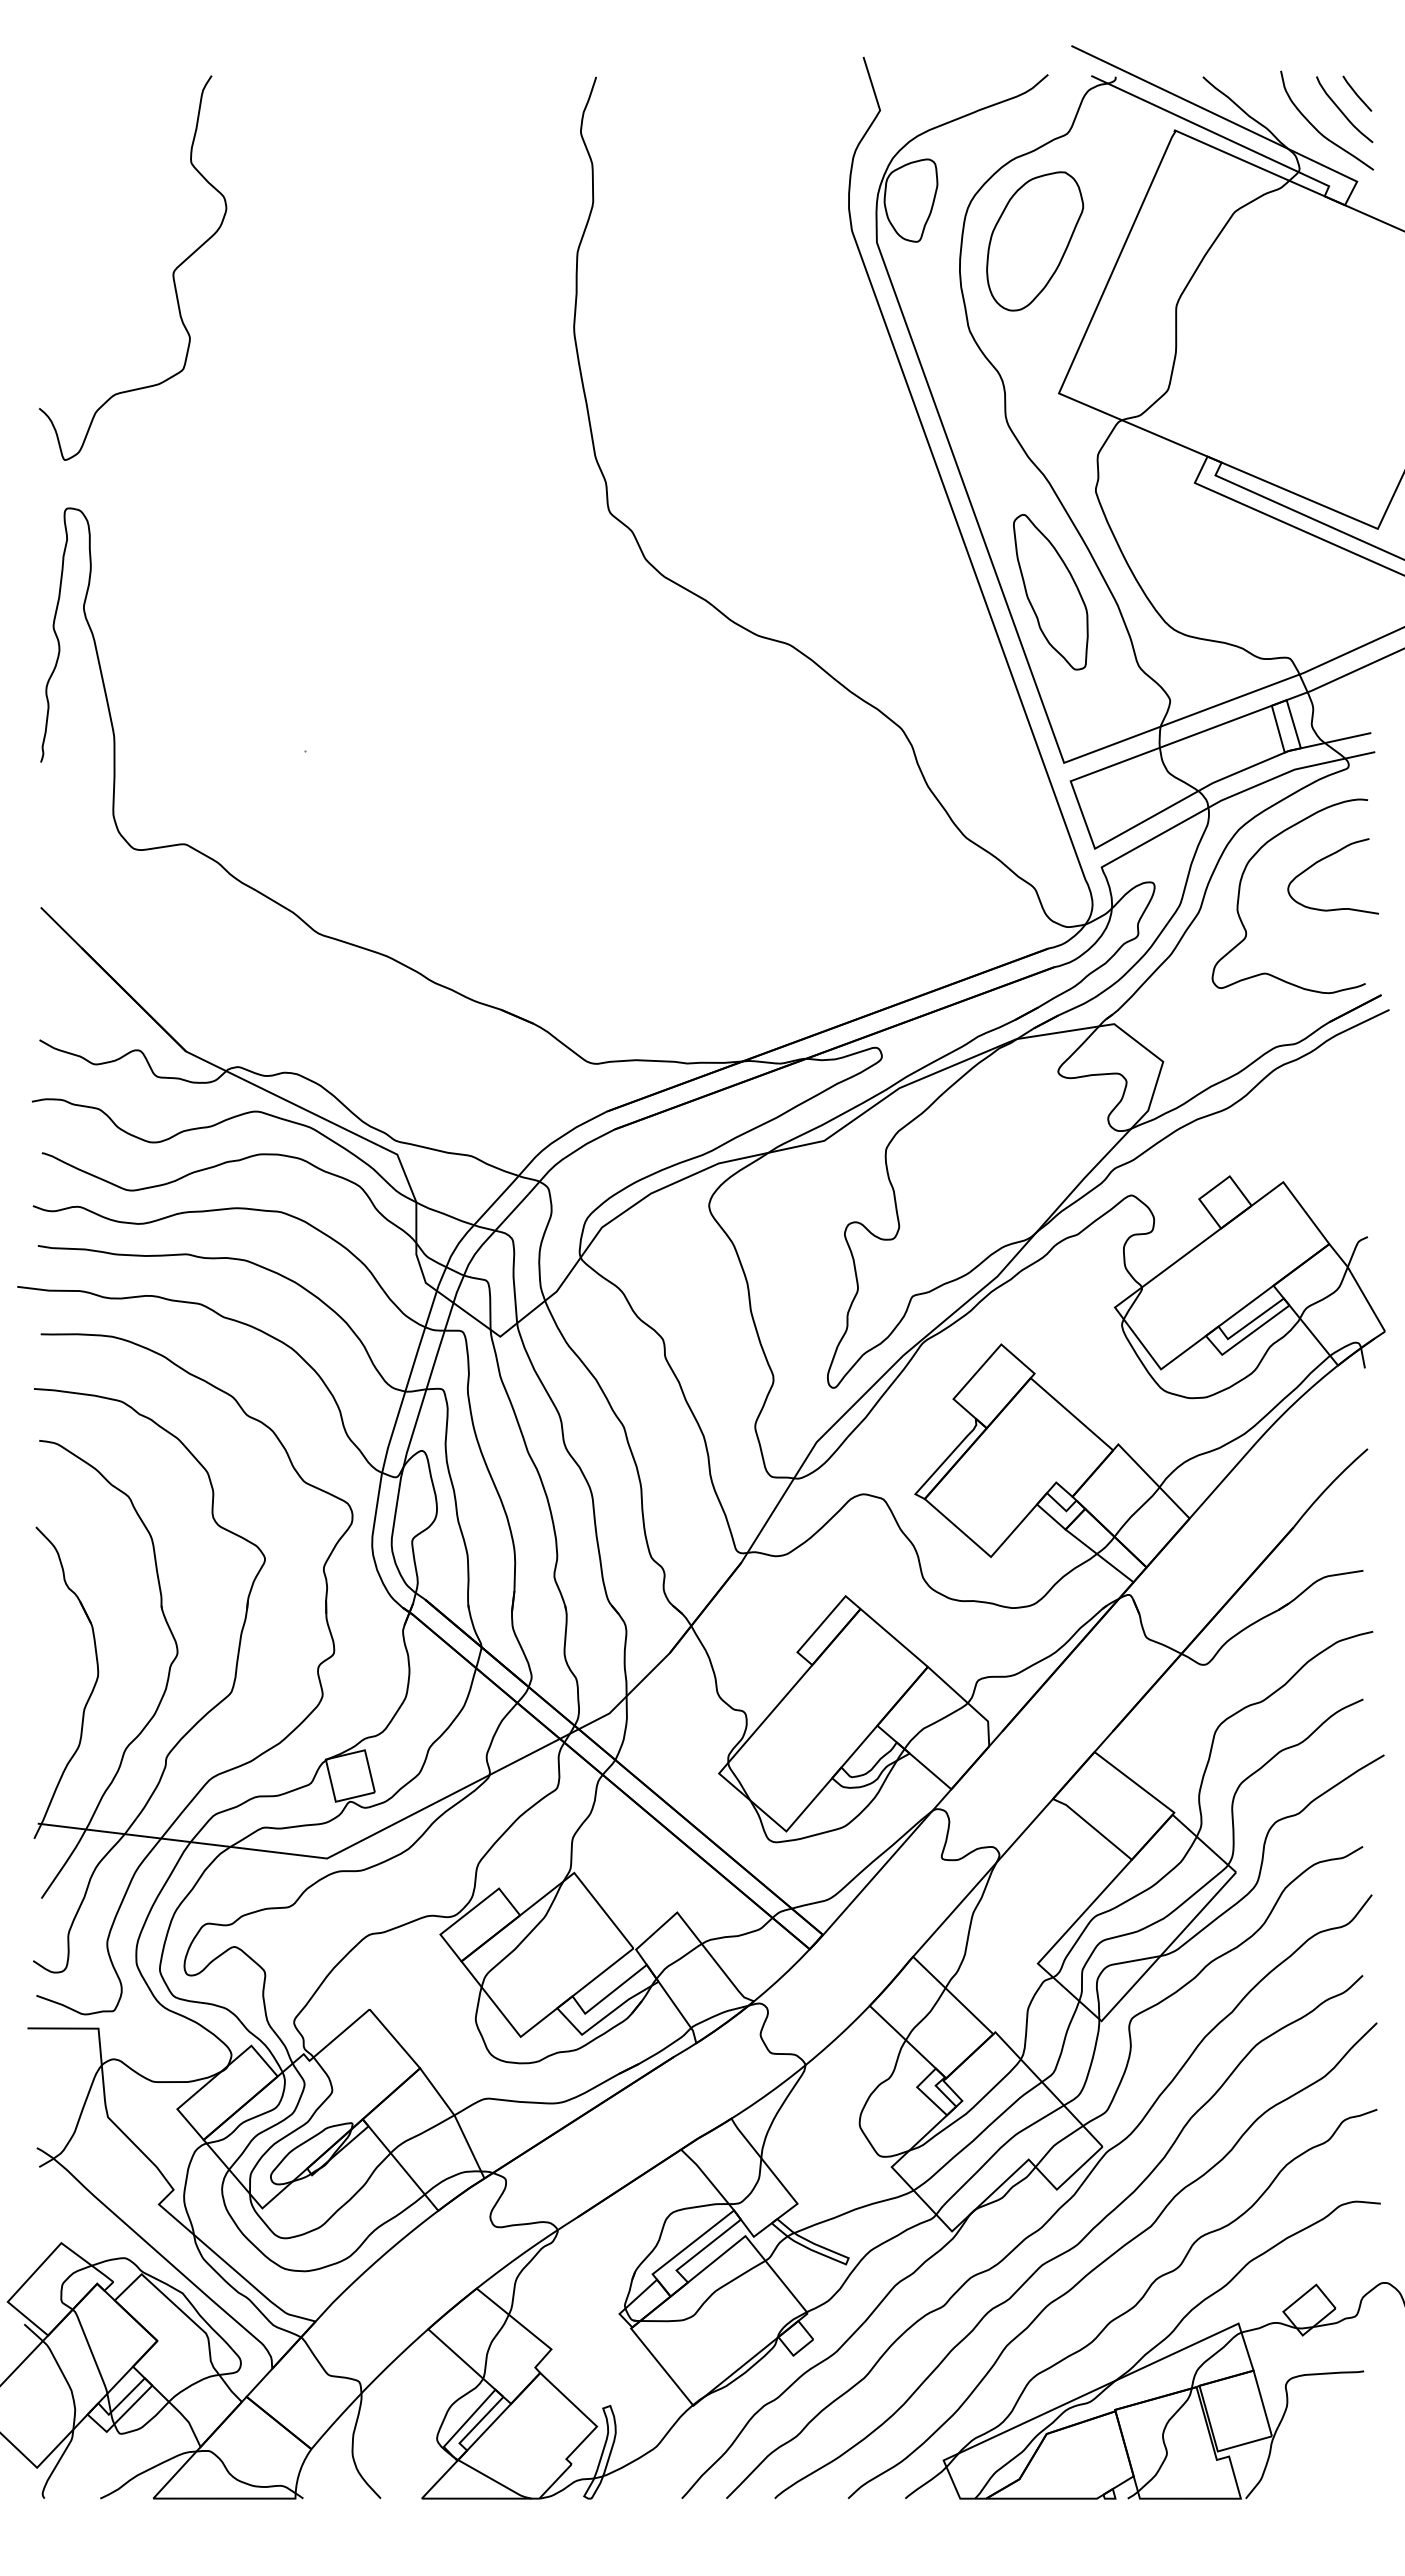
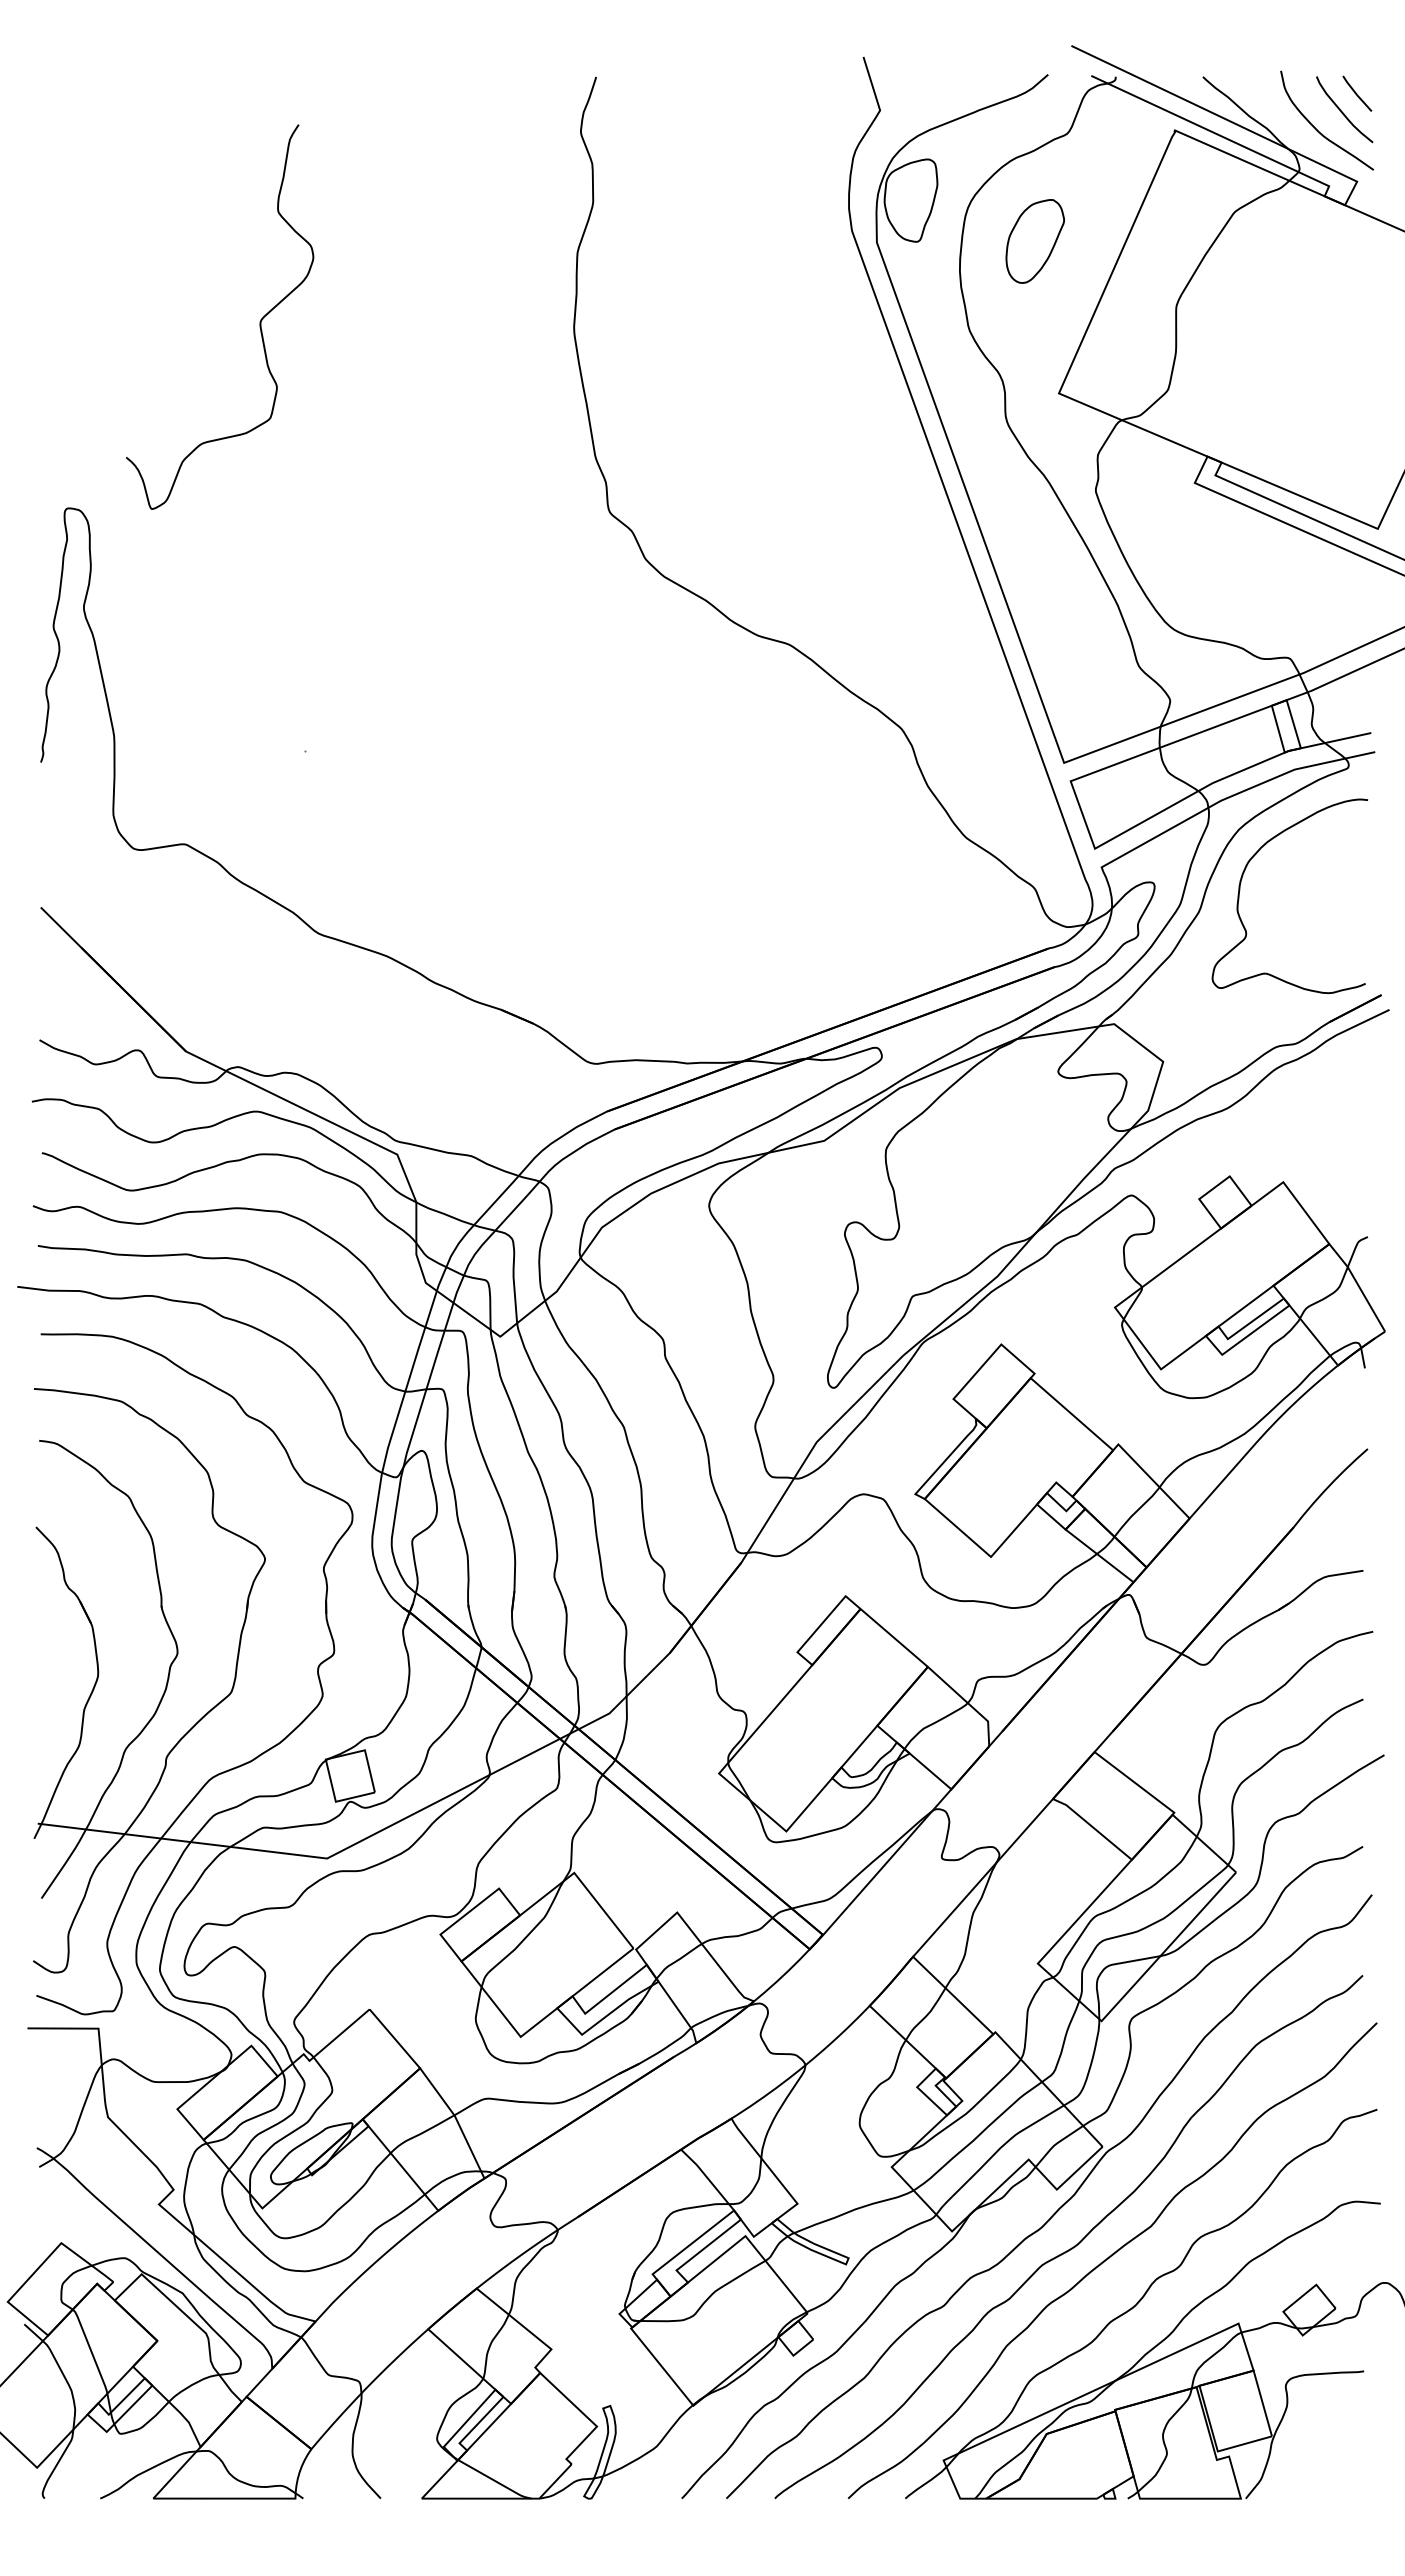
part at (1035, 241) size: 99x141 px -> 60x85 px
curve at (172, 272) position: (172, 272) -> (259, 321)
part at (1050, 592): present -> none
curve at (1324, 859): present -> none
